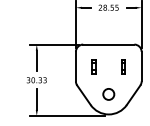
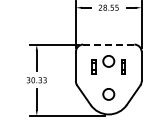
line at (108, 44): solid -> dashed
circle at (108, 61): none -> present
